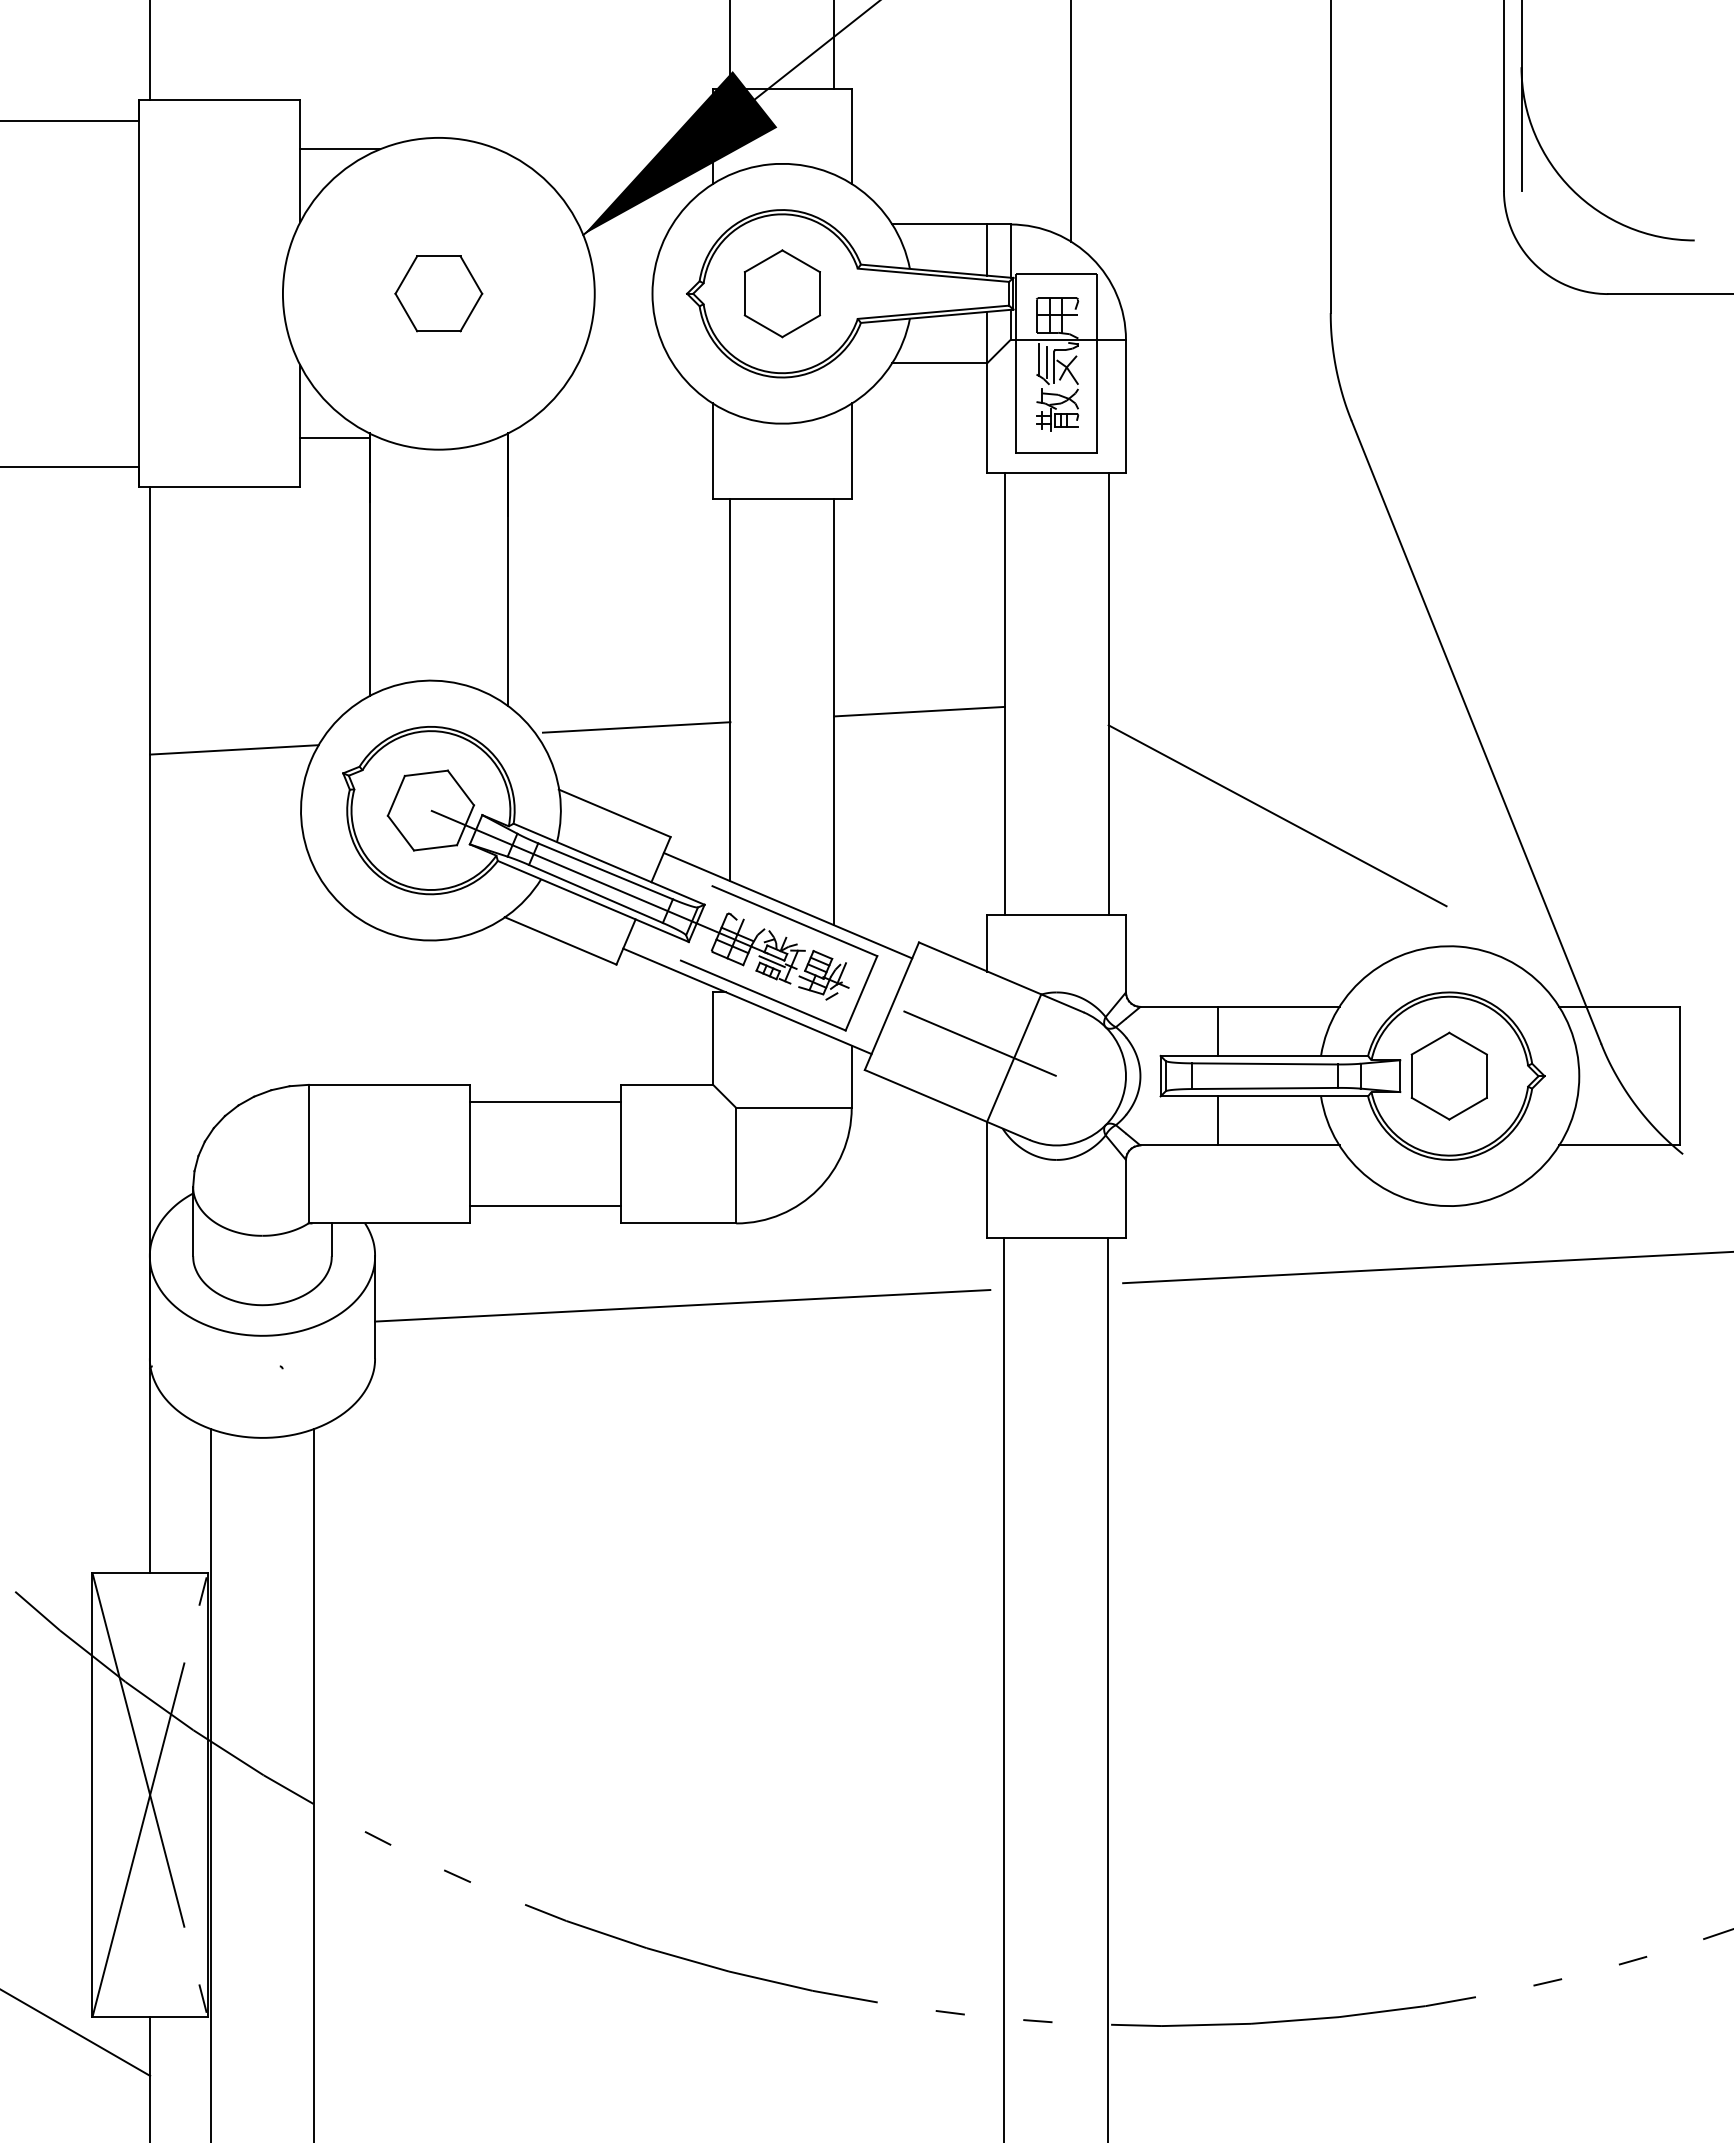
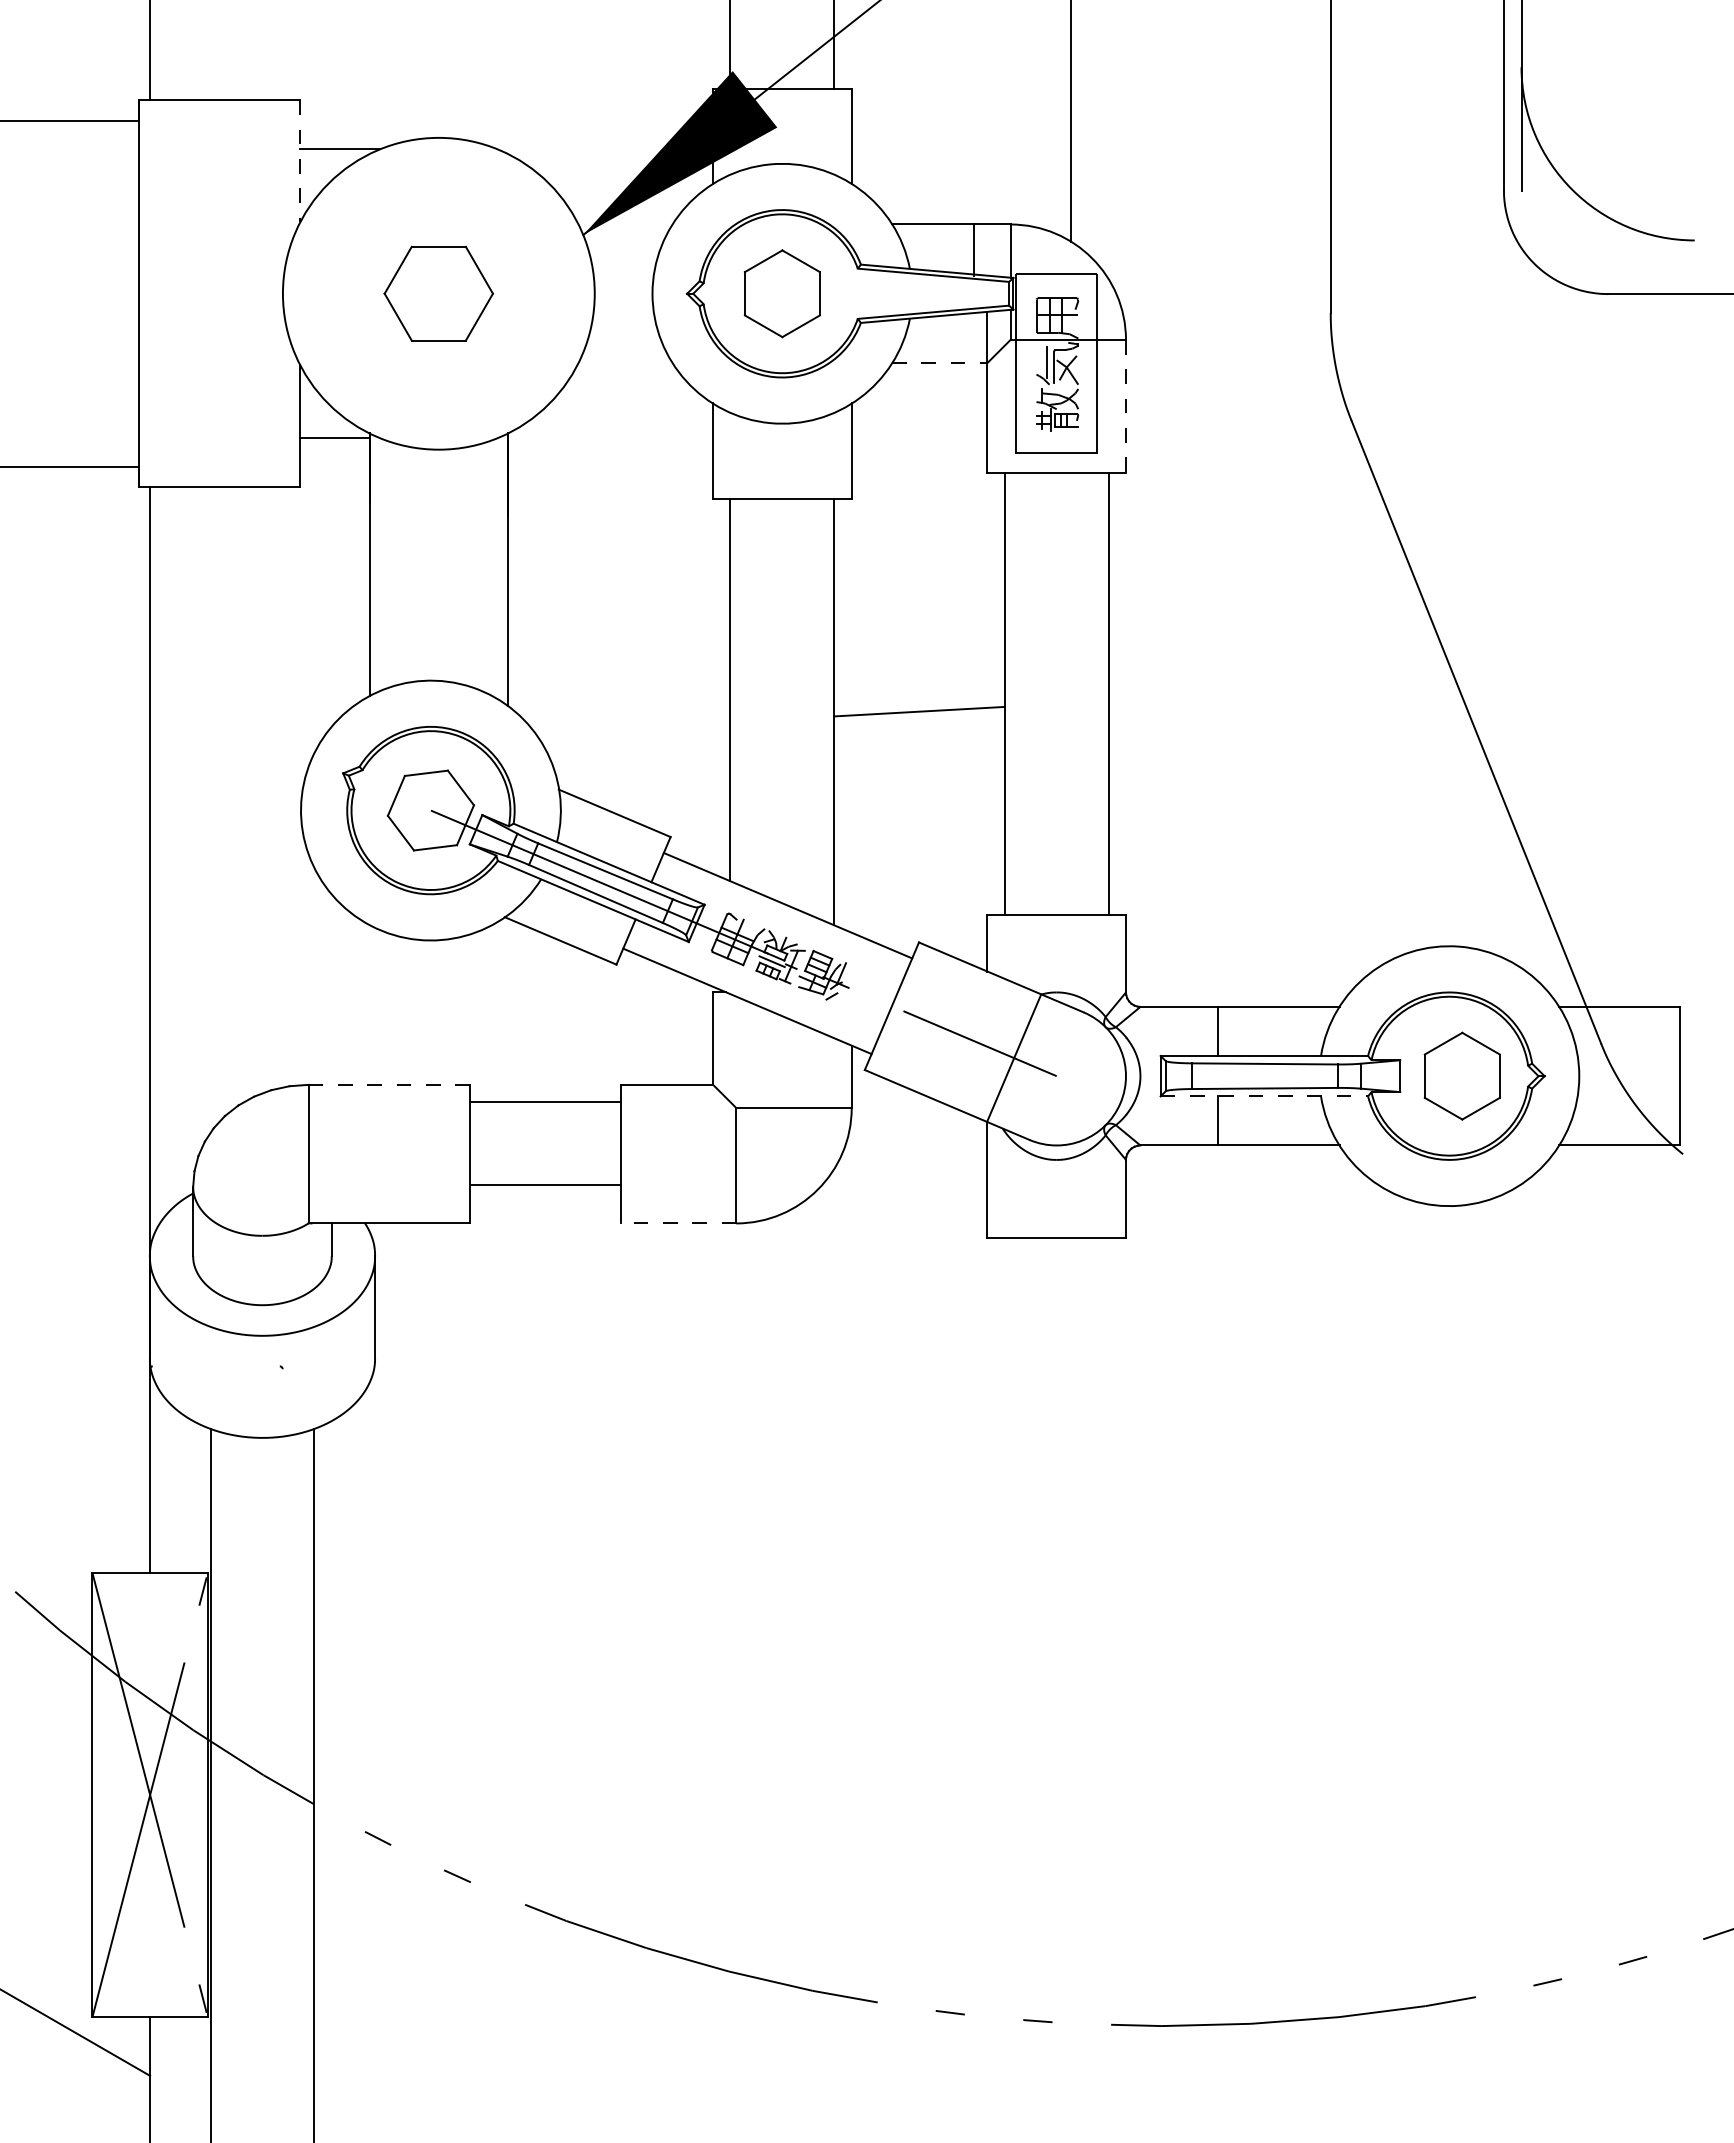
line at (300, 161): solid -> dashed
line at (987, 249) position: (987, 249) -> (974, 249)
part at (438, 293) size: 90x78 px -> 112x97 px
line at (1039, 360): present -> none
line at (939, 363): solid -> dashed
line at (1125, 406): solid -> dashed
line at (636, 727): present -> none
line at (234, 749): present -> none
line at (1277, 815): present -> none
part at (792, 921): present -> none
part at (1448, 1075) position: (1448, 1075) -> (1461, 1075)
line at (389, 1084): solid -> dashed
line at (1264, 1096): solid -> dashed
line at (545, 1206) position: (545, 1206) -> (545, 1185)
line at (678, 1223): solid -> dashed
line at (1426, 1267): present -> none
line at (682, 1305): present -> none
line at (1004, 1688): present -> none
line at (1108, 1688): present -> none
